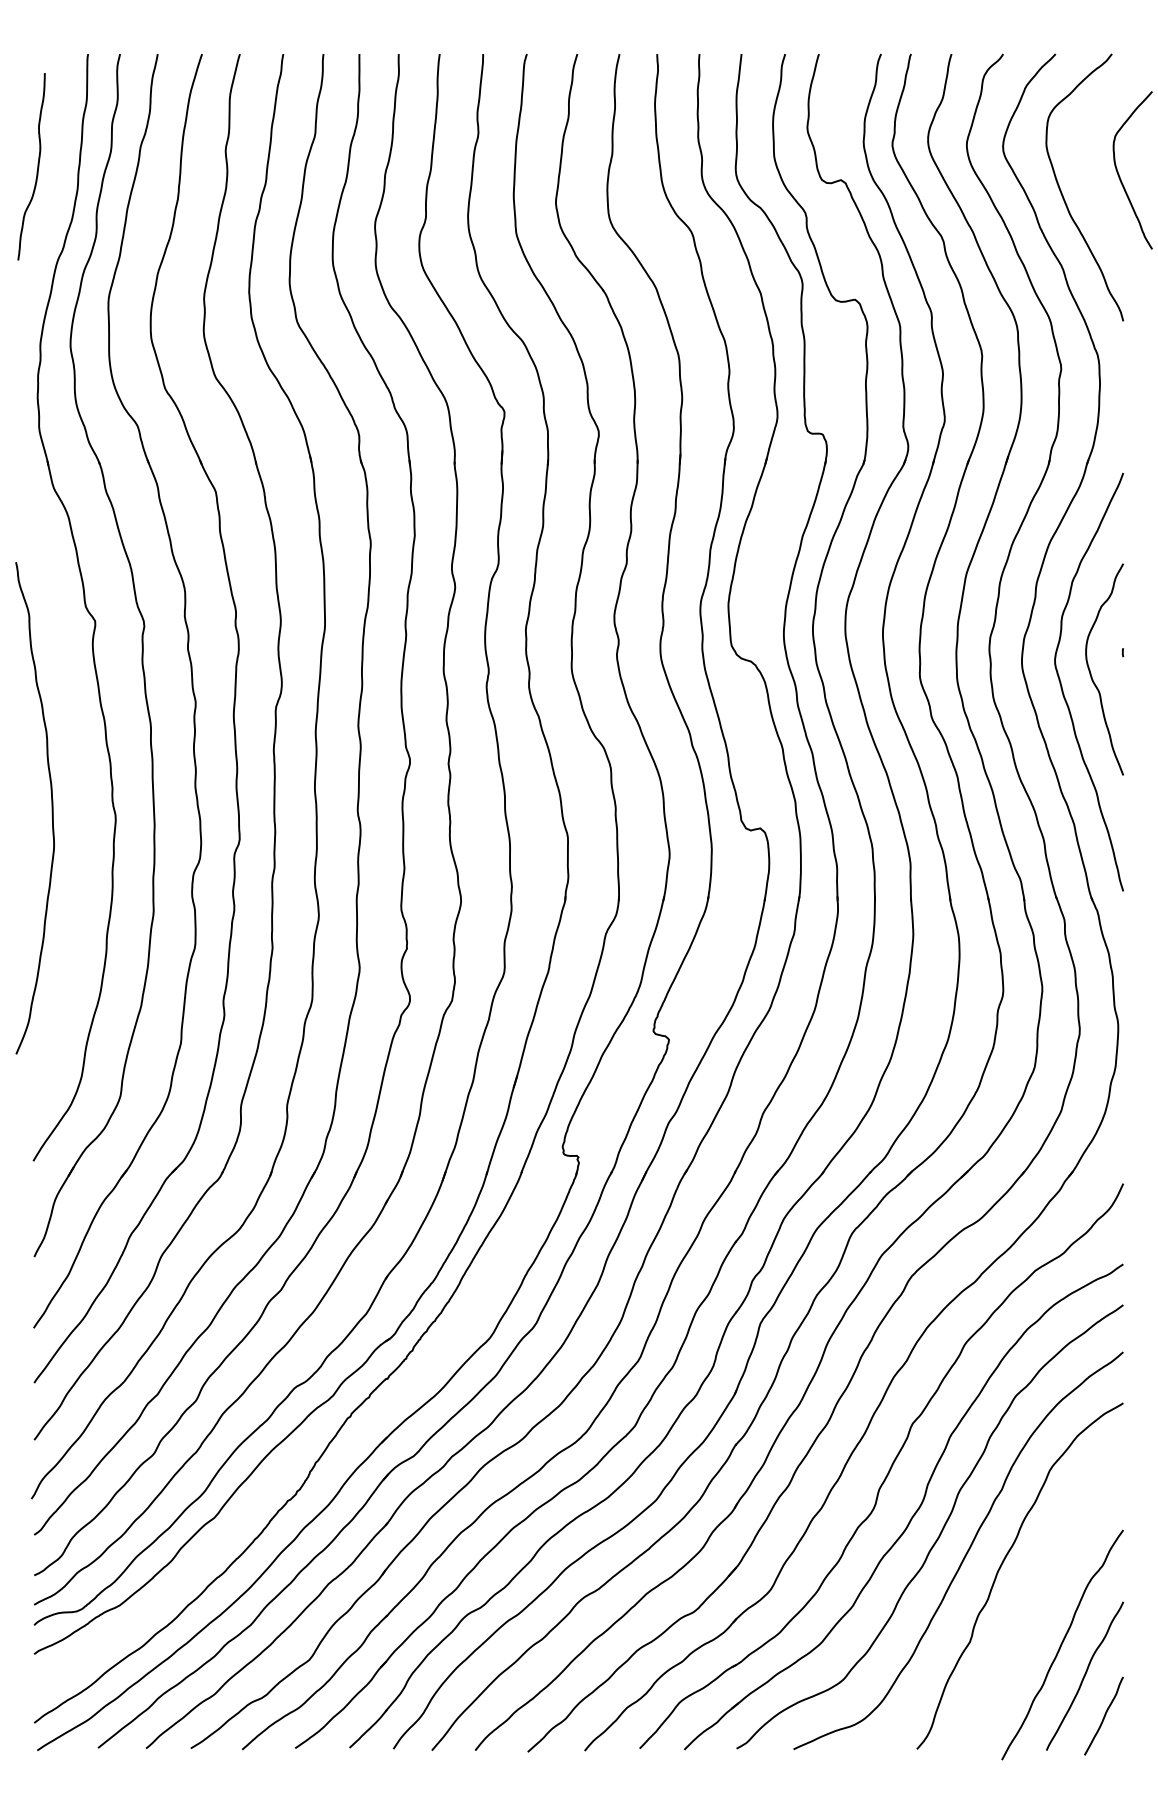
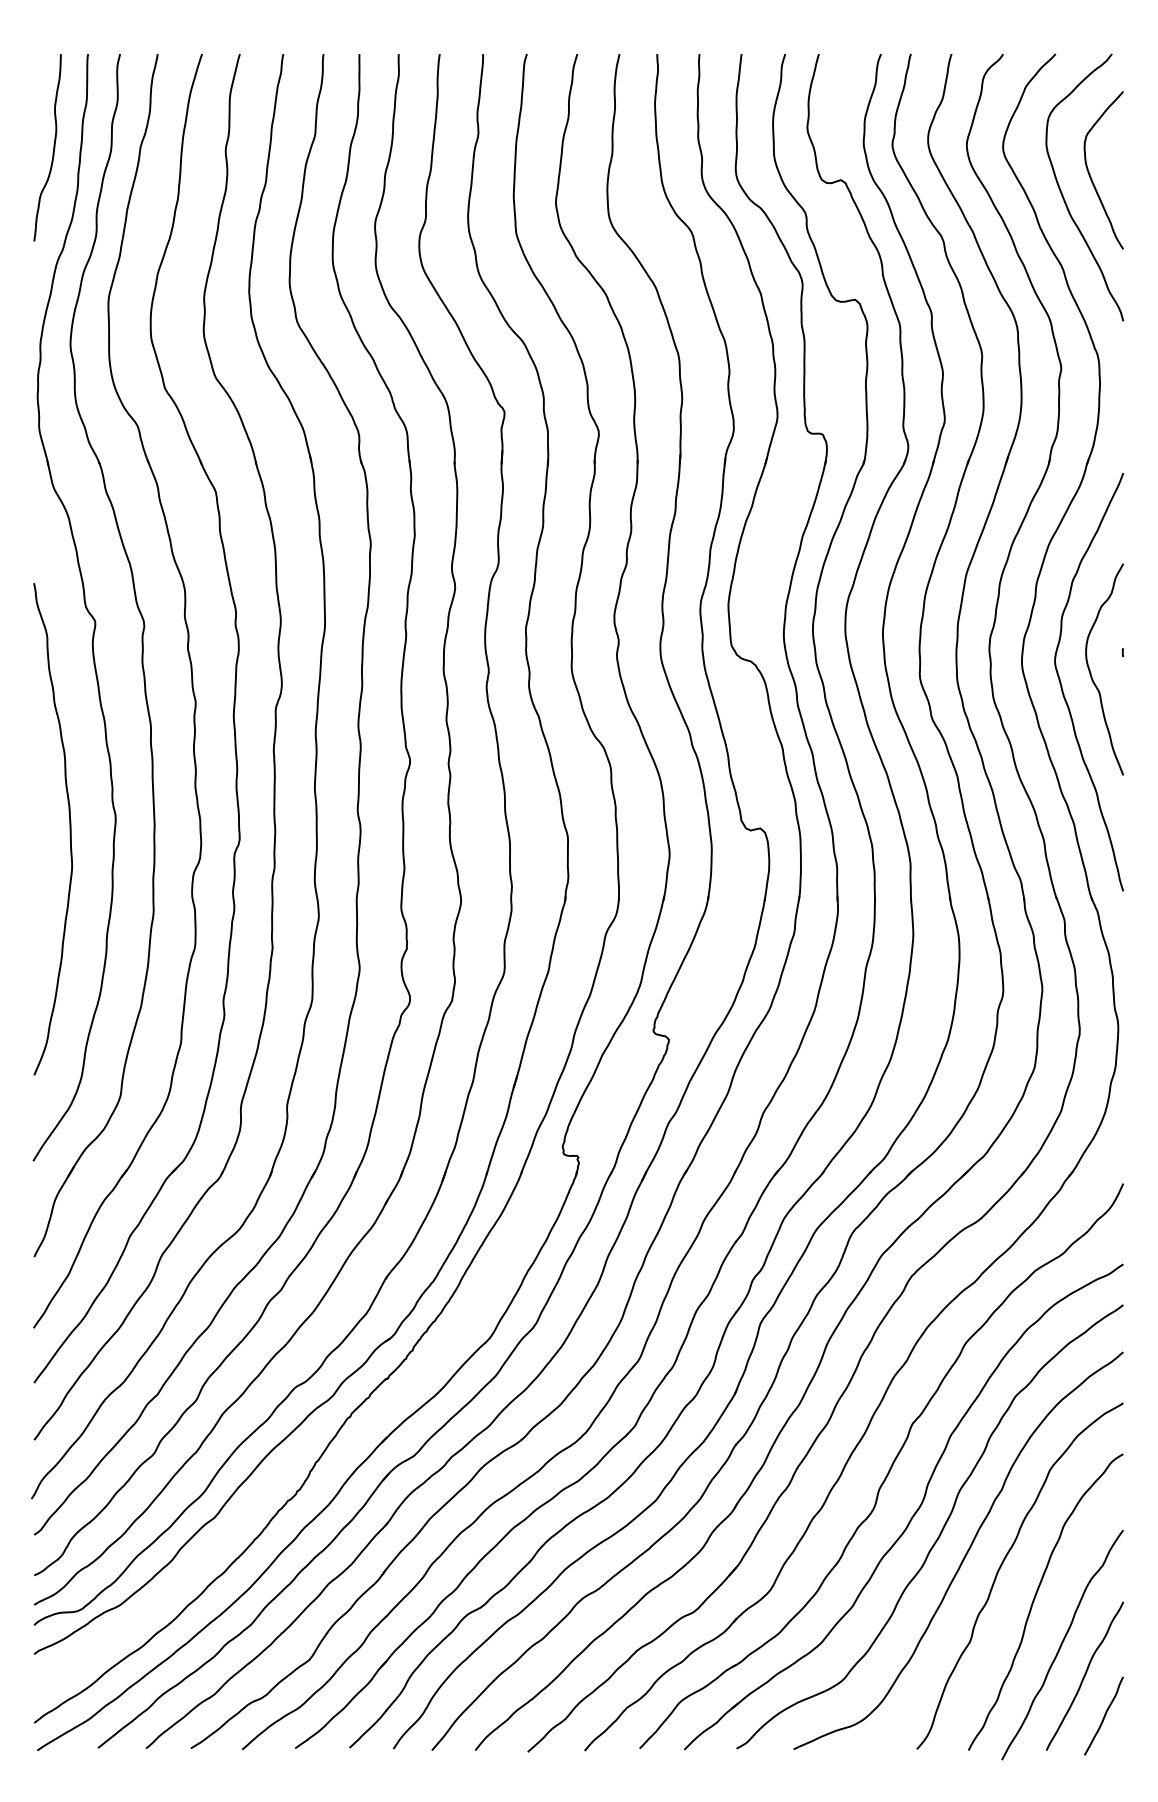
curve at (37, 166) position: (37, 166) -> (53, 147)
curve at (1120, 176) position: (1120, 176) -> (1091, 176)
curve at (51, 808) position: (51, 808) -> (69, 829)
curve at (1036, 1596): none -> present
